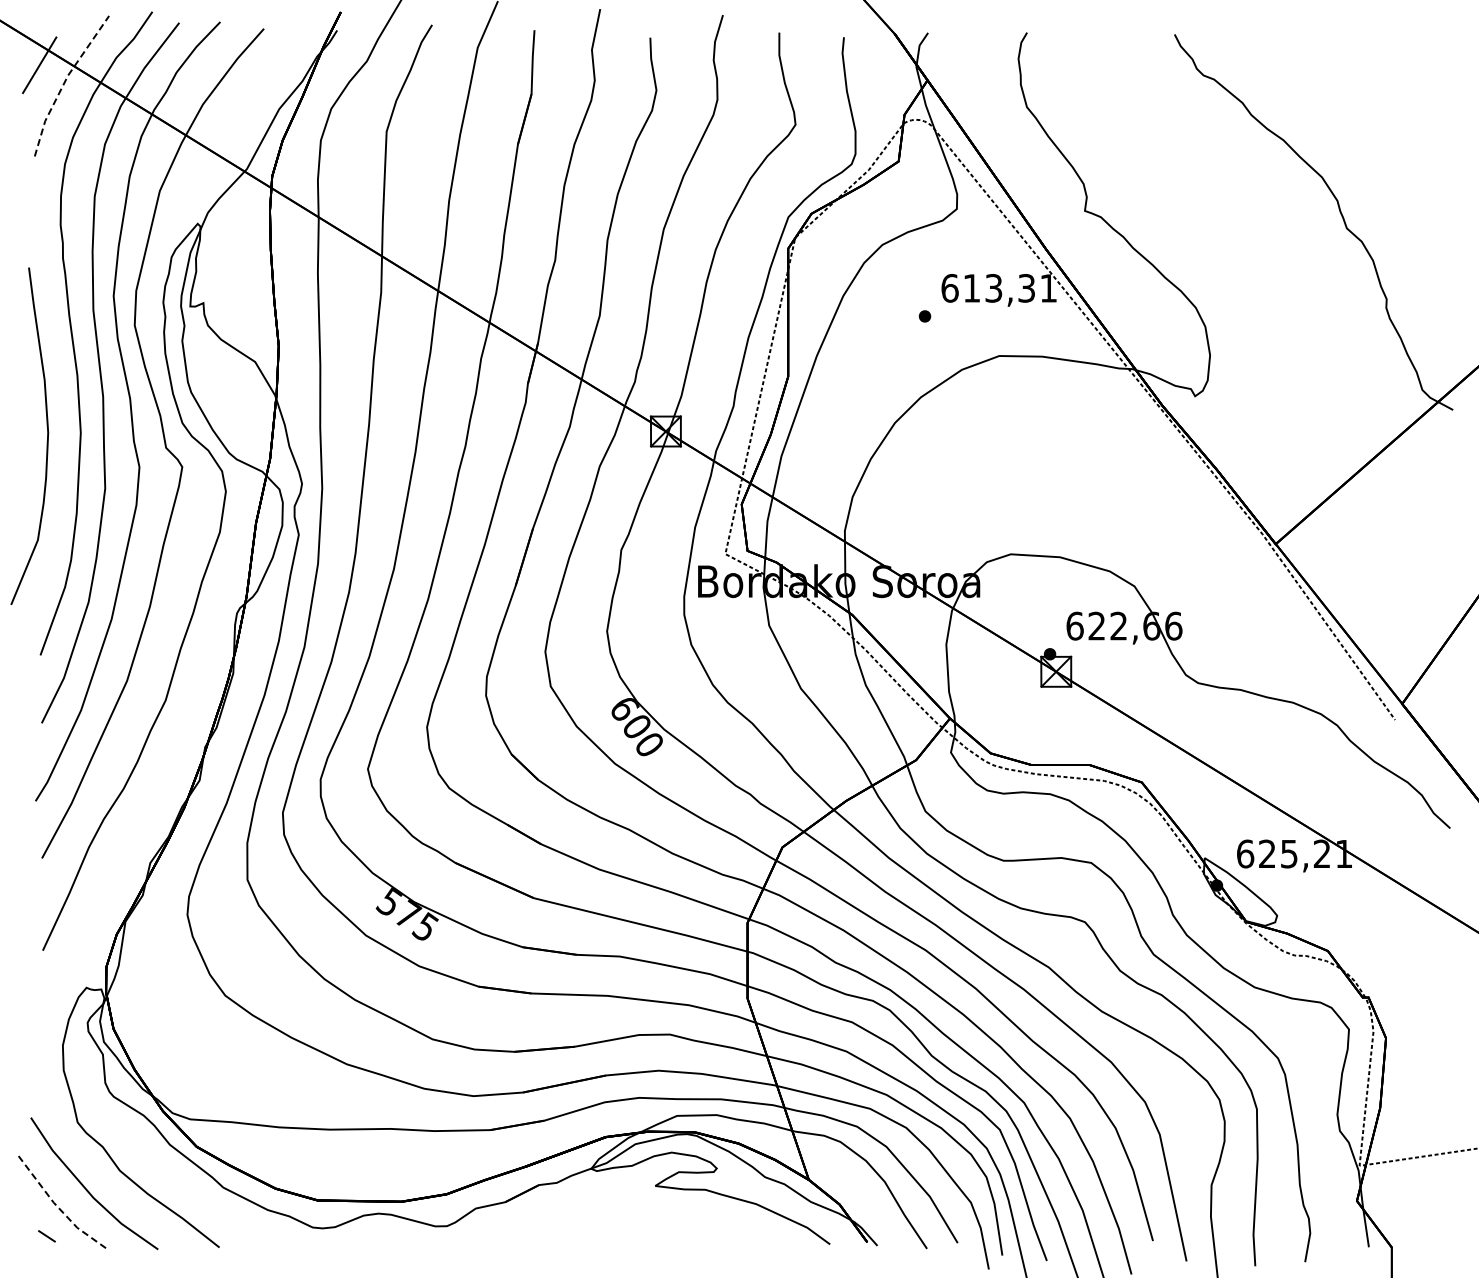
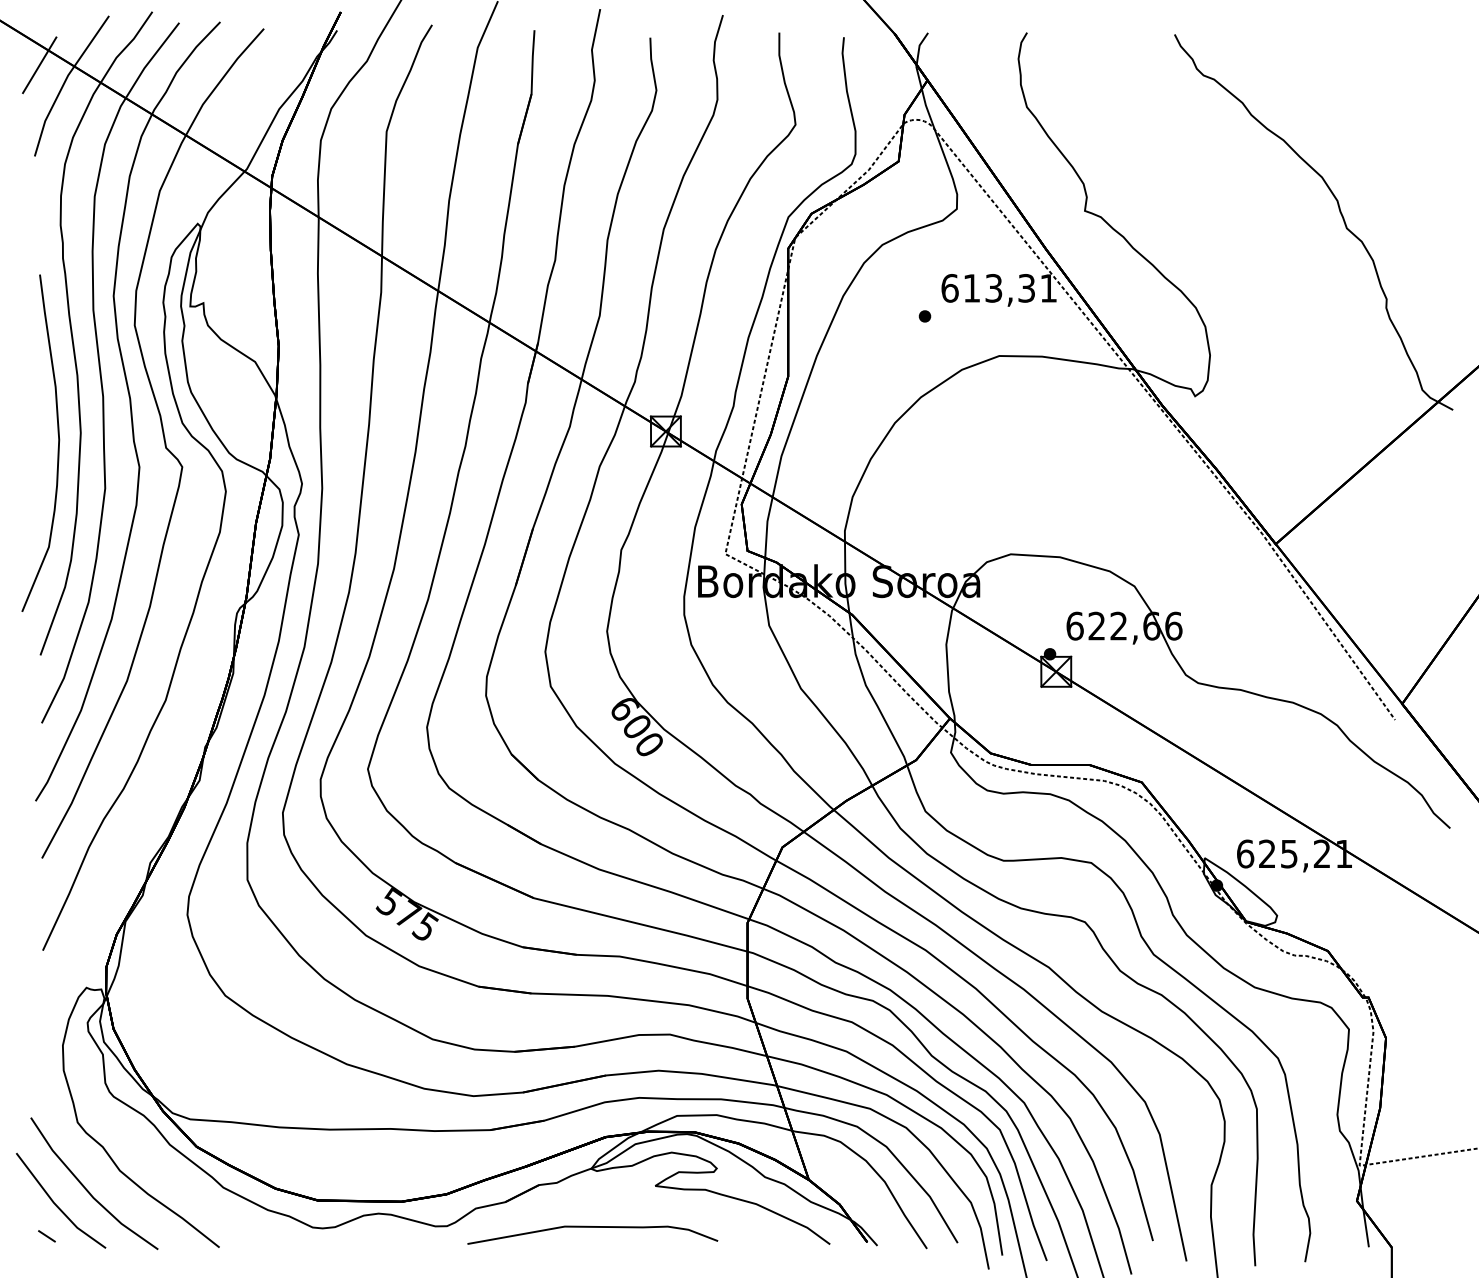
line at (64, 82): dashed -> solid
curve at (47, 435) position: (47, 435) -> (58, 442)
line at (56, 1205): dashed -> solid
curve at (592, 1227): none -> present
